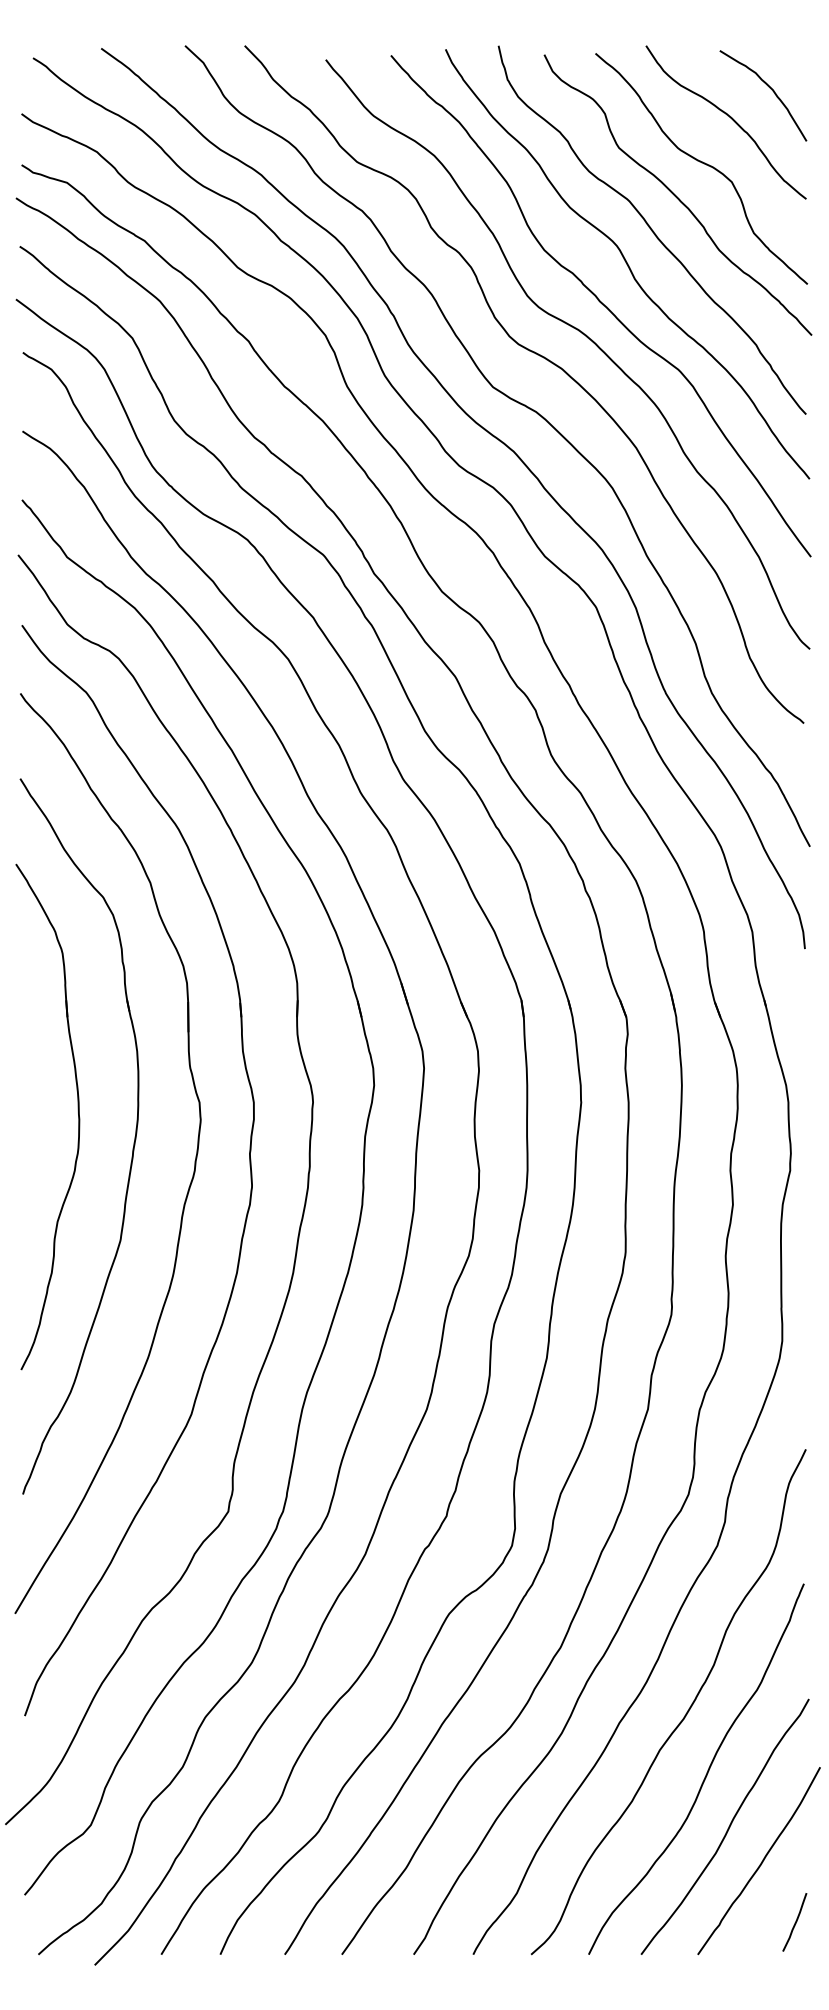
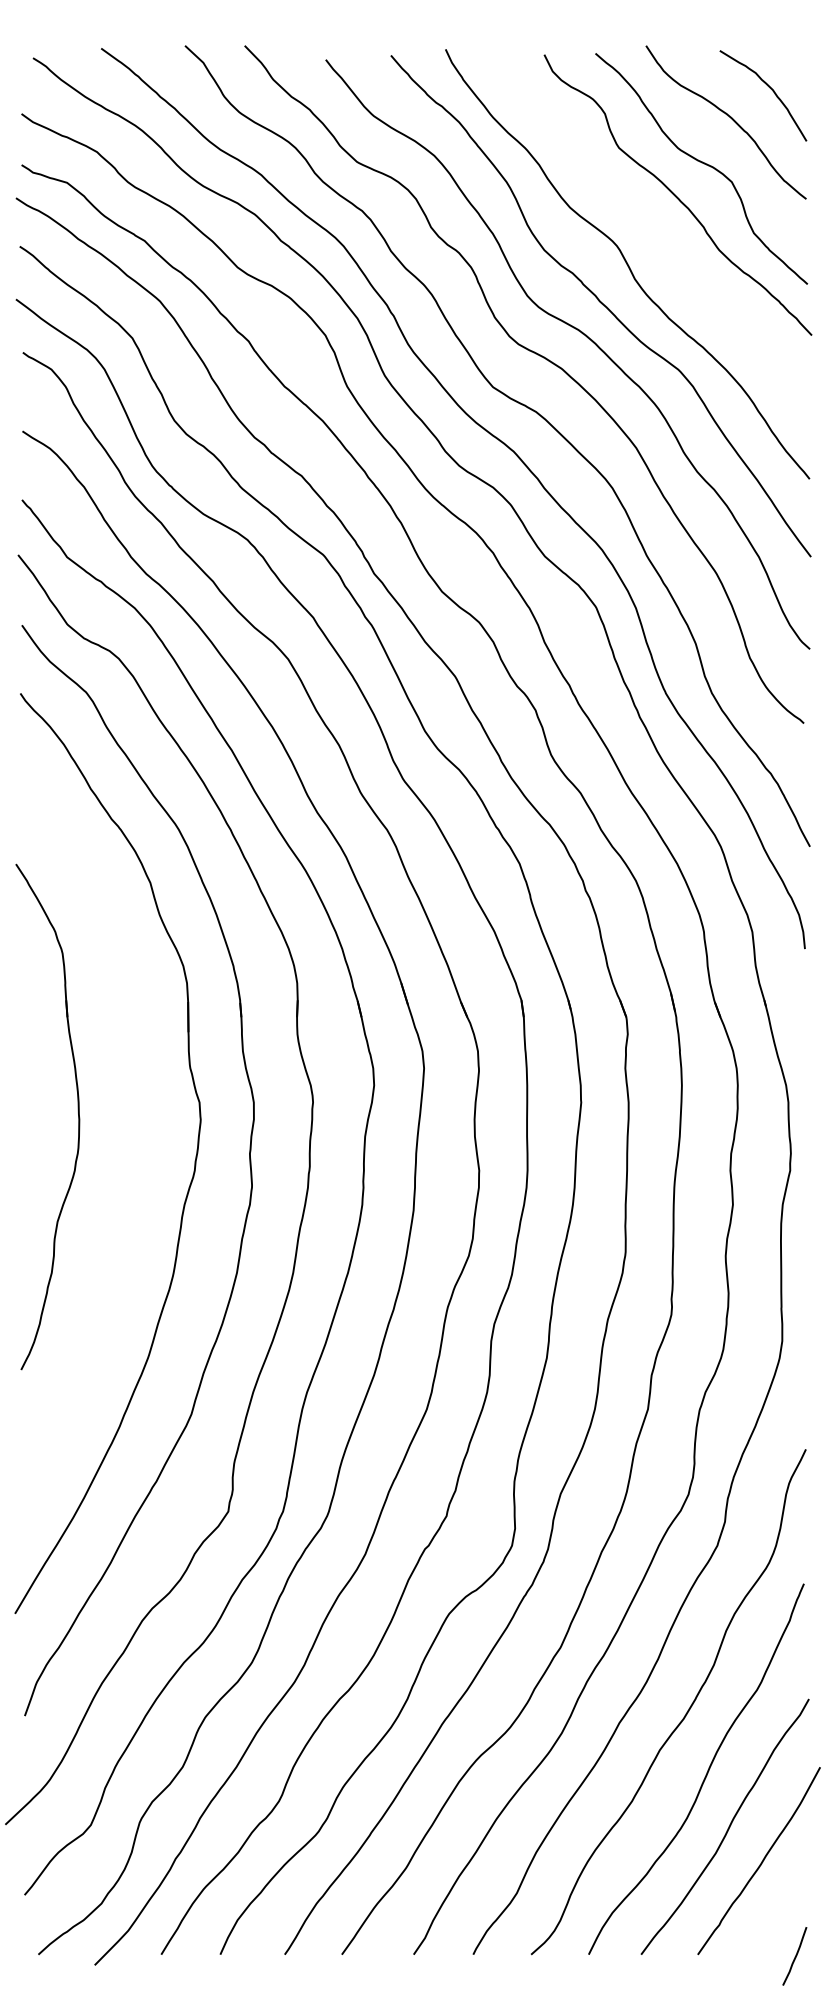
curve at (651, 229): present -> none
part at (133, 1142): present -> none
curve at (794, 1922) position: (794, 1922) -> (794, 1956)
